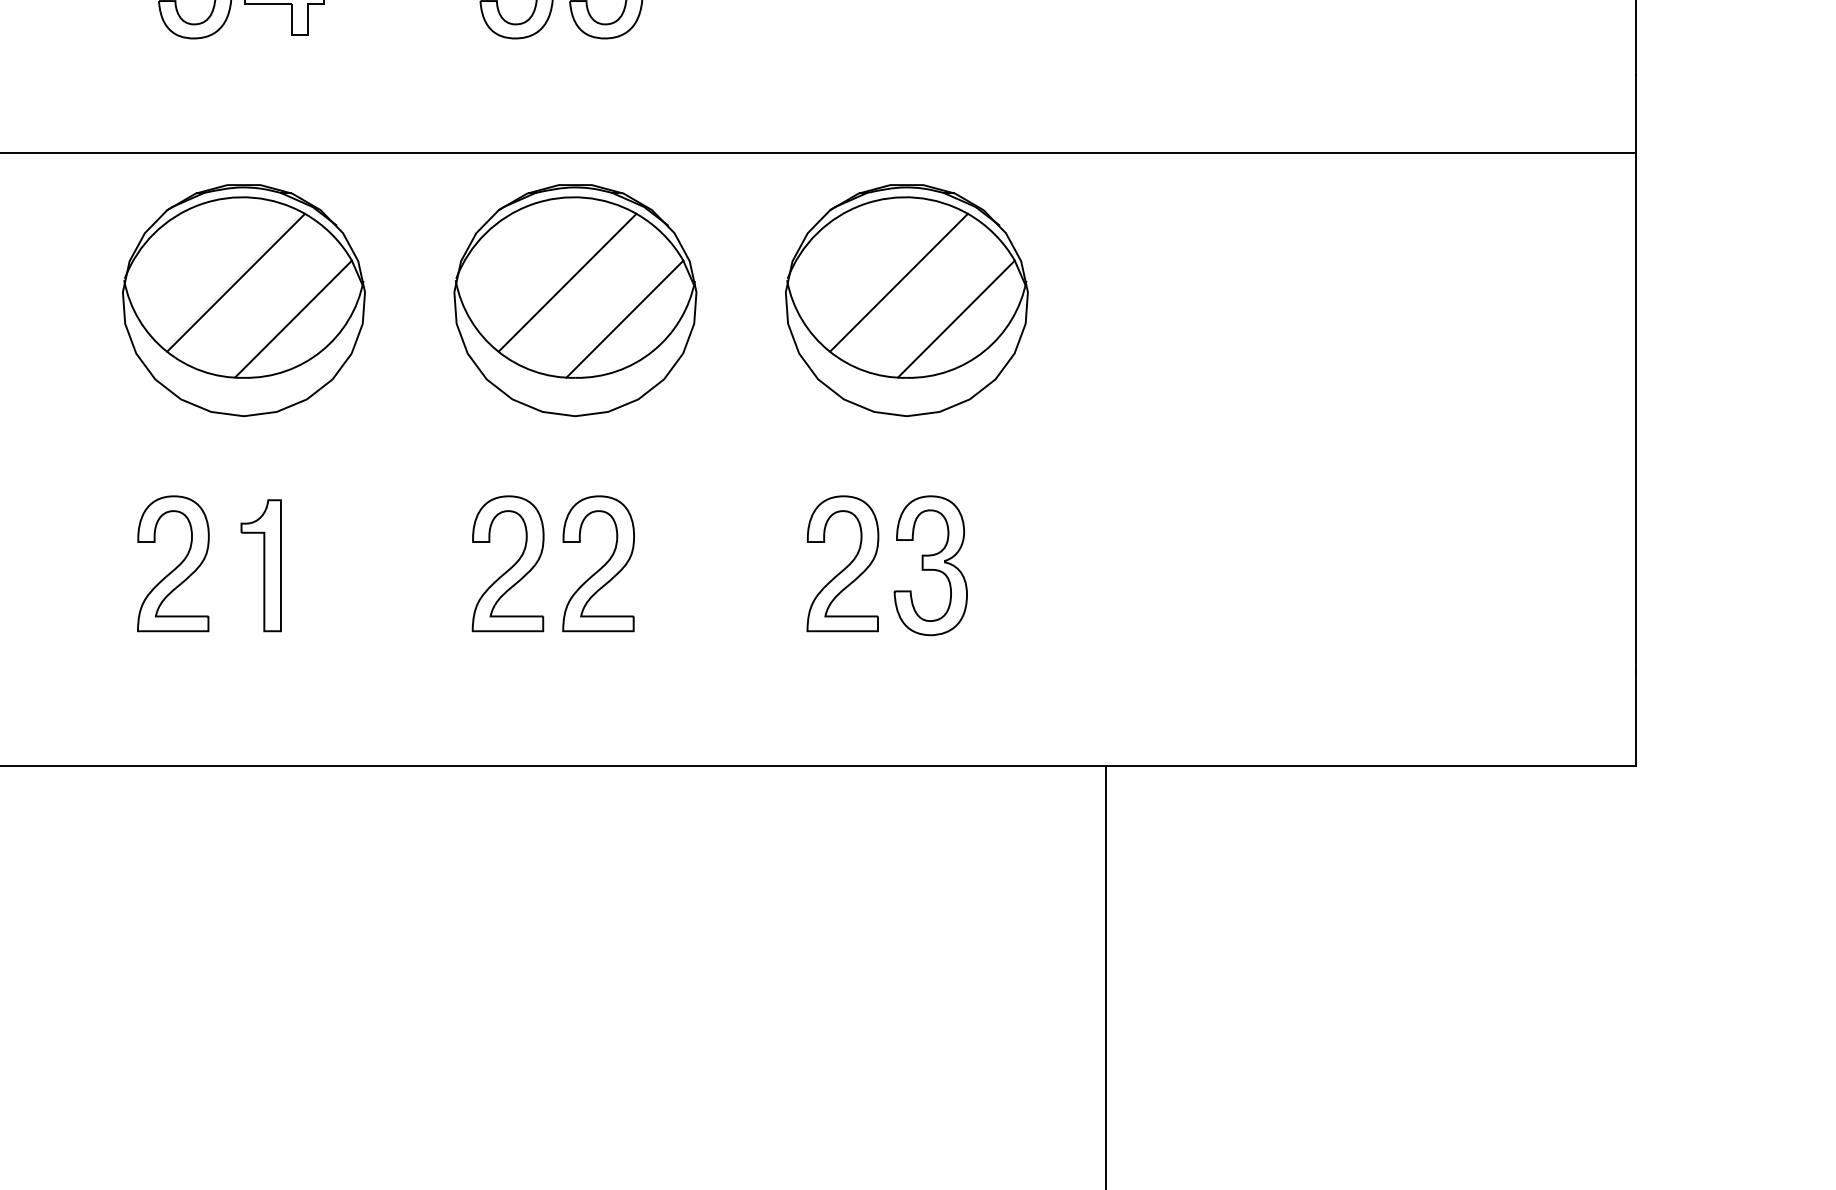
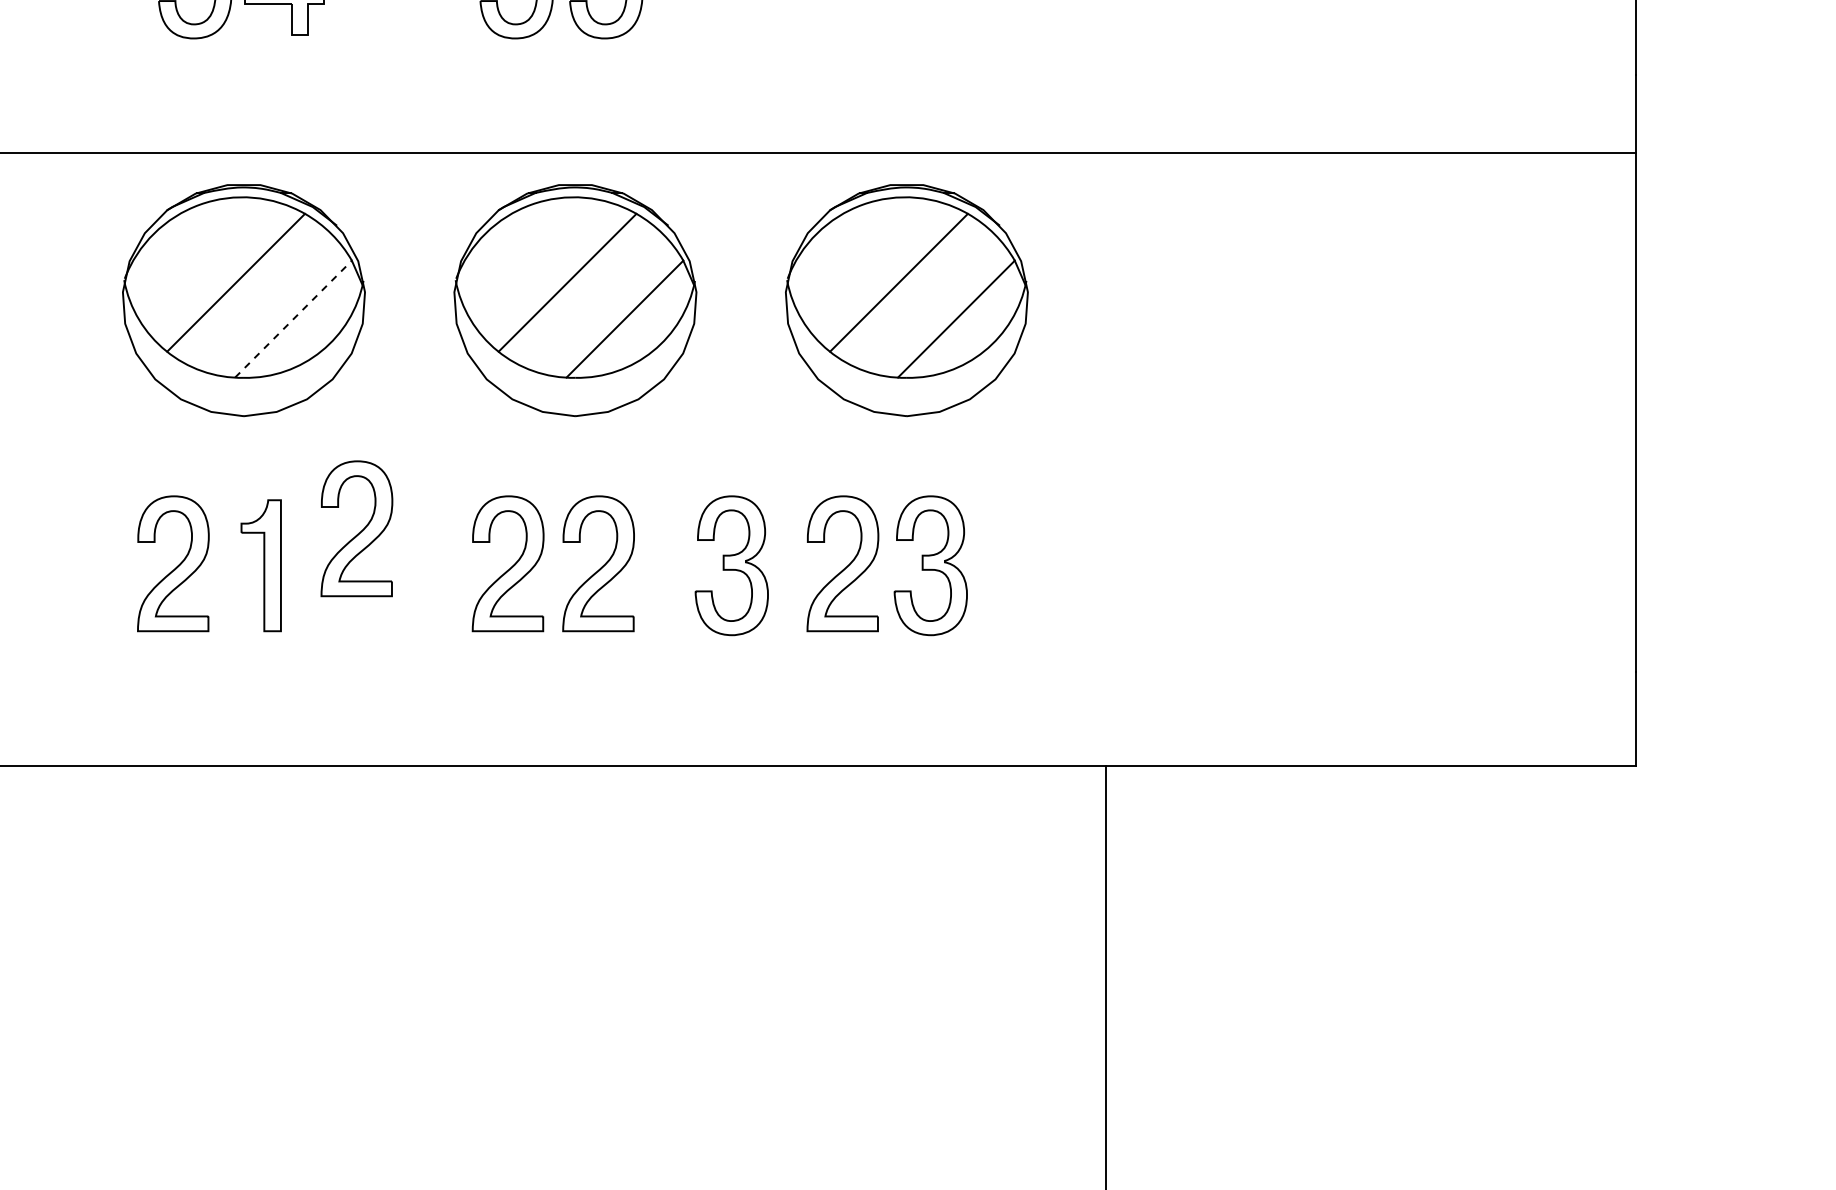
line at (293, 319): solid -> dashed
part at (356, 528): none -> present
part at (731, 565): none -> present
